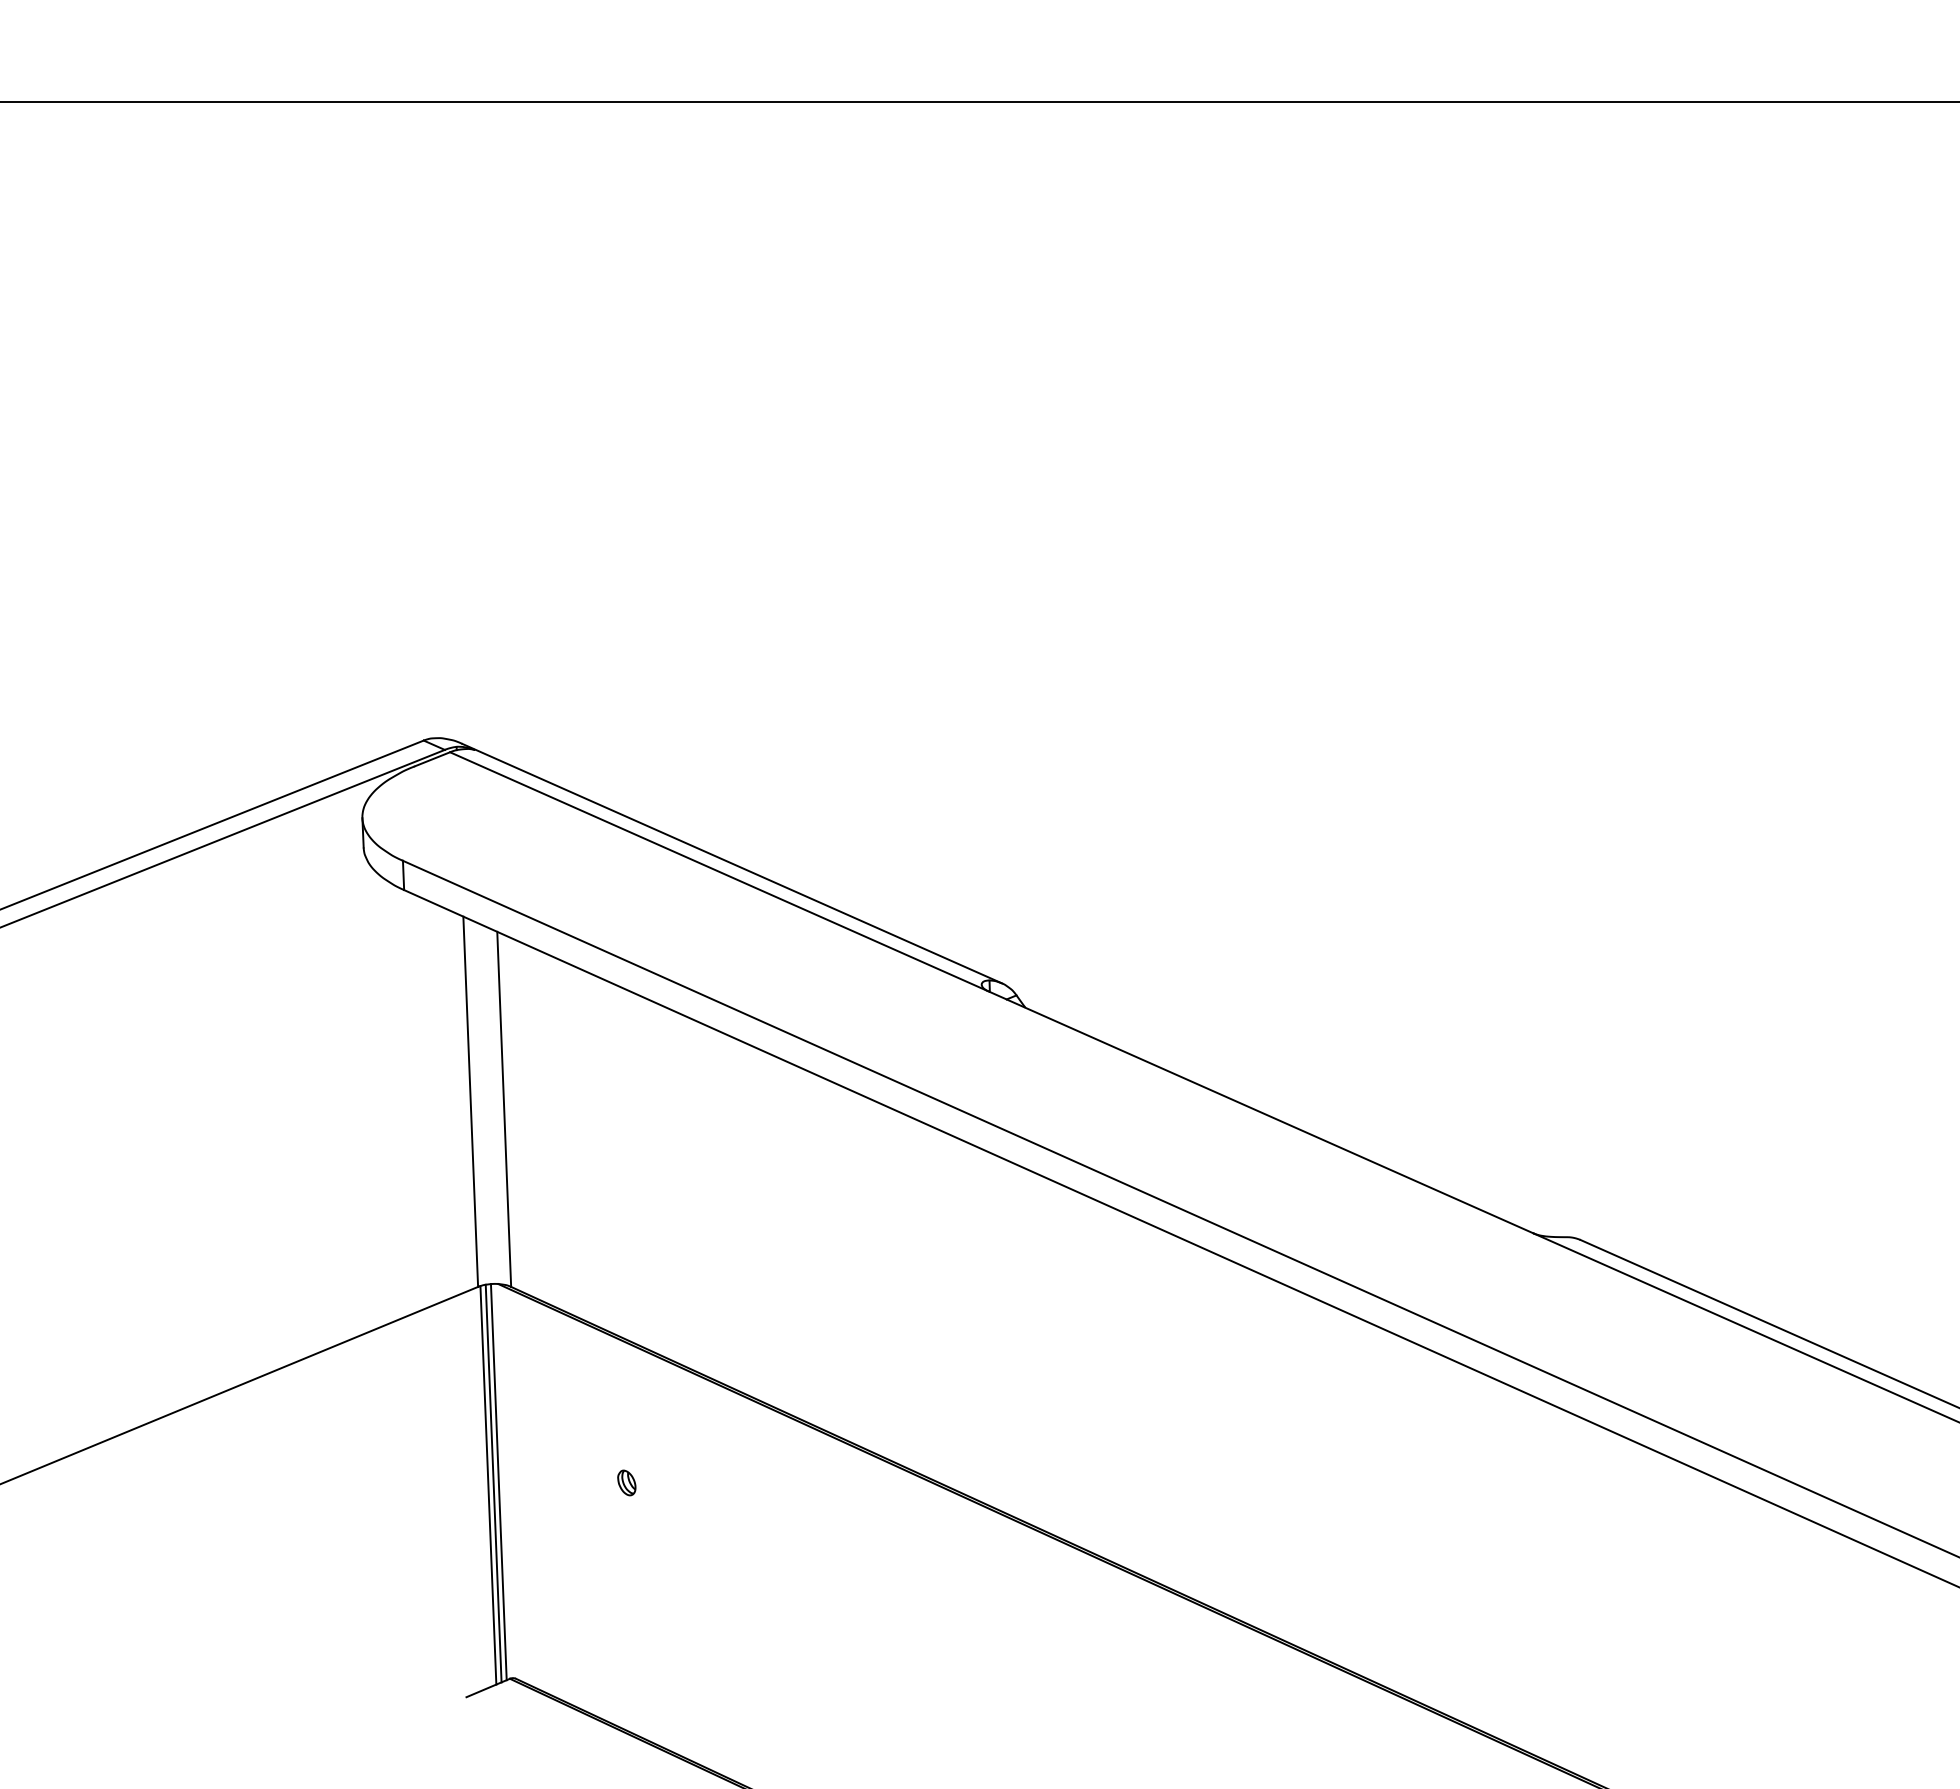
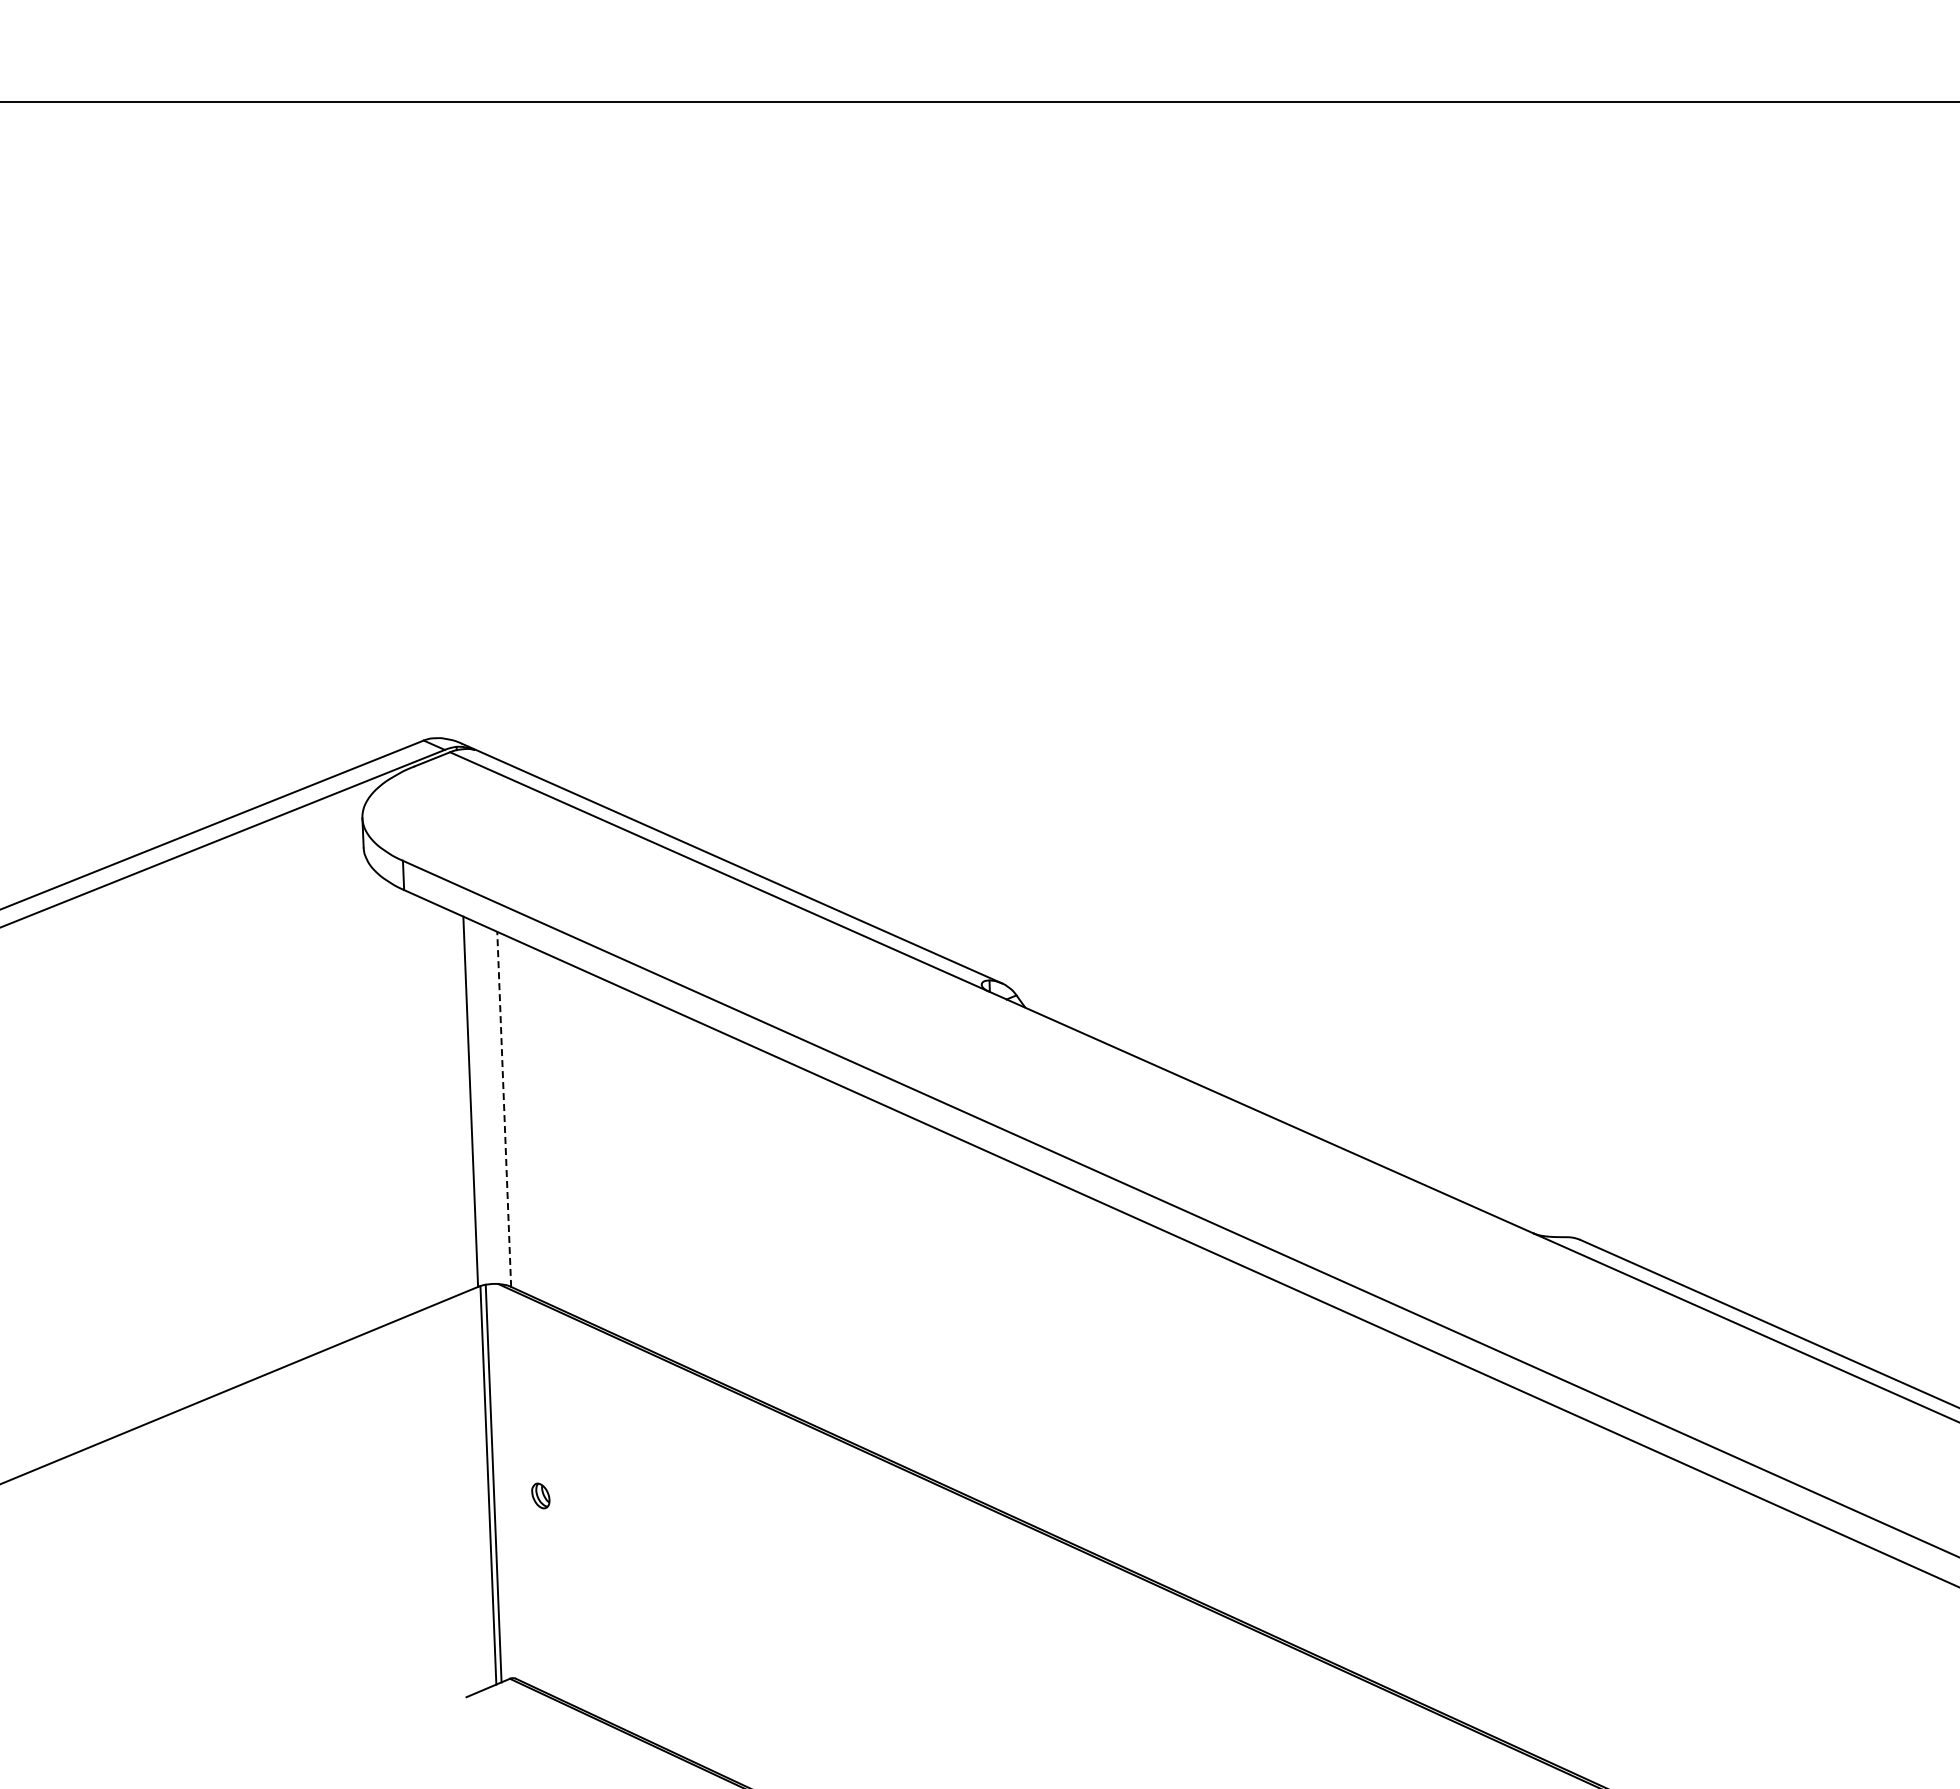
line at (504, 1109): solid -> dashed
line at (498, 1482): present -> none
part at (626, 1482) position: (626, 1482) -> (540, 1495)
